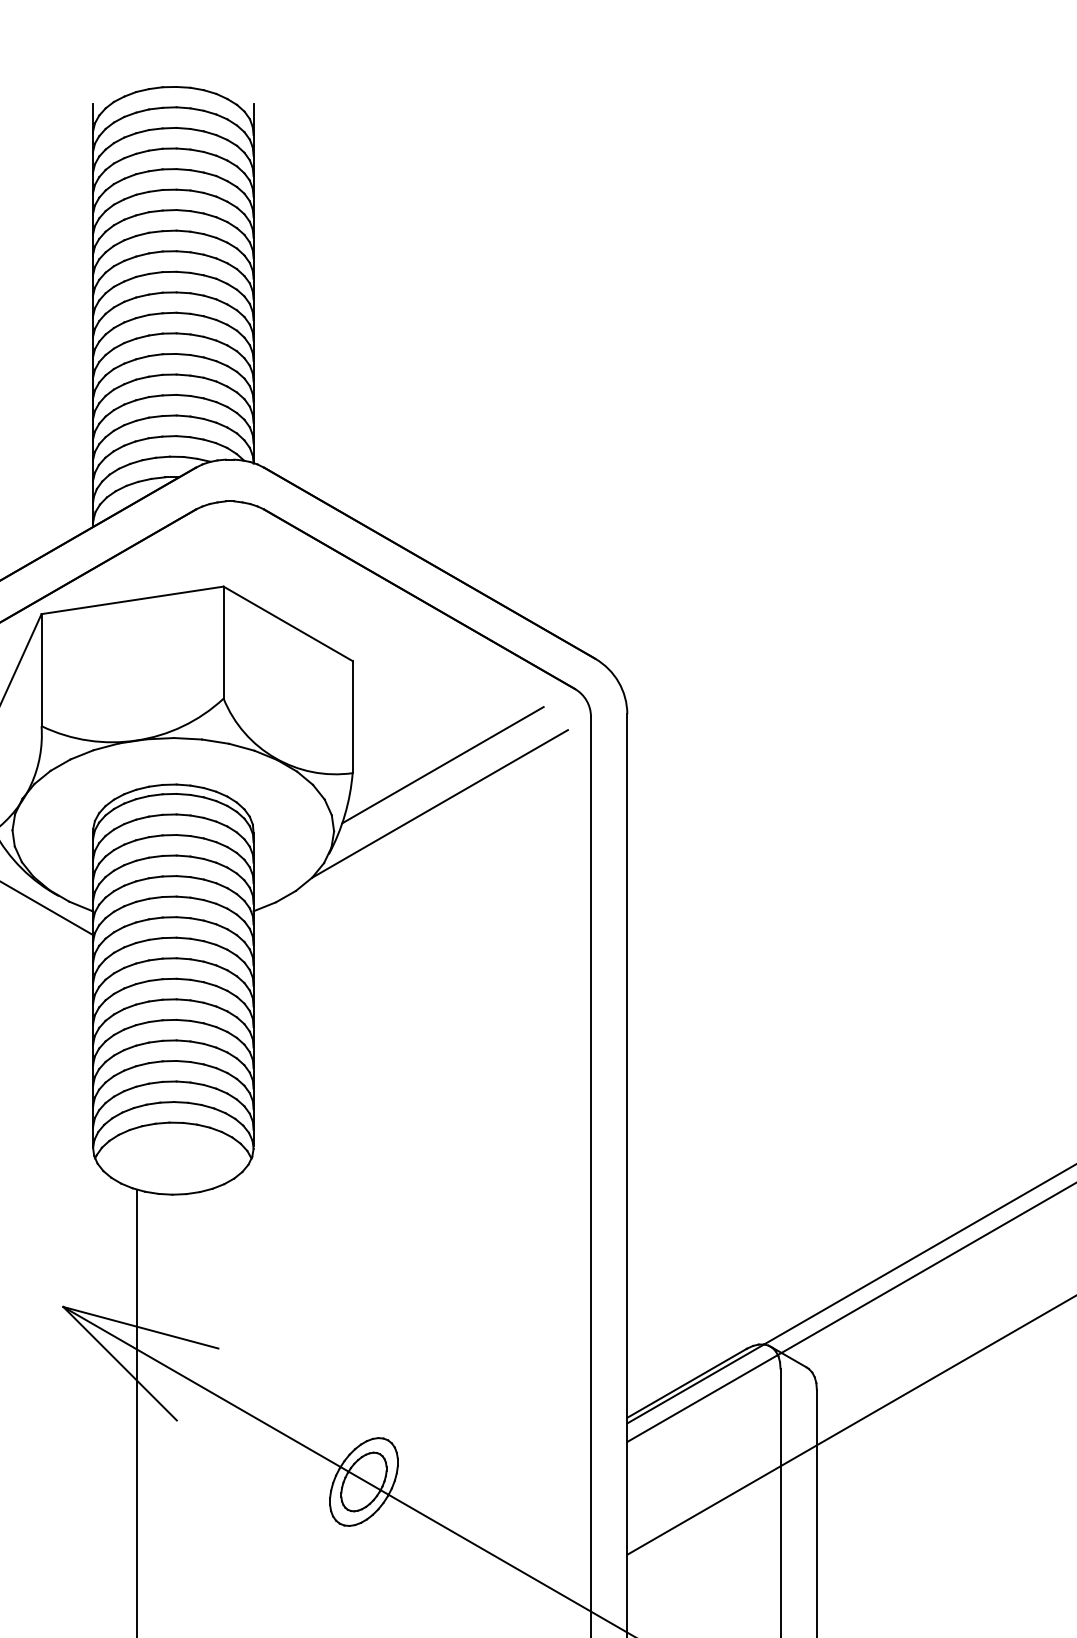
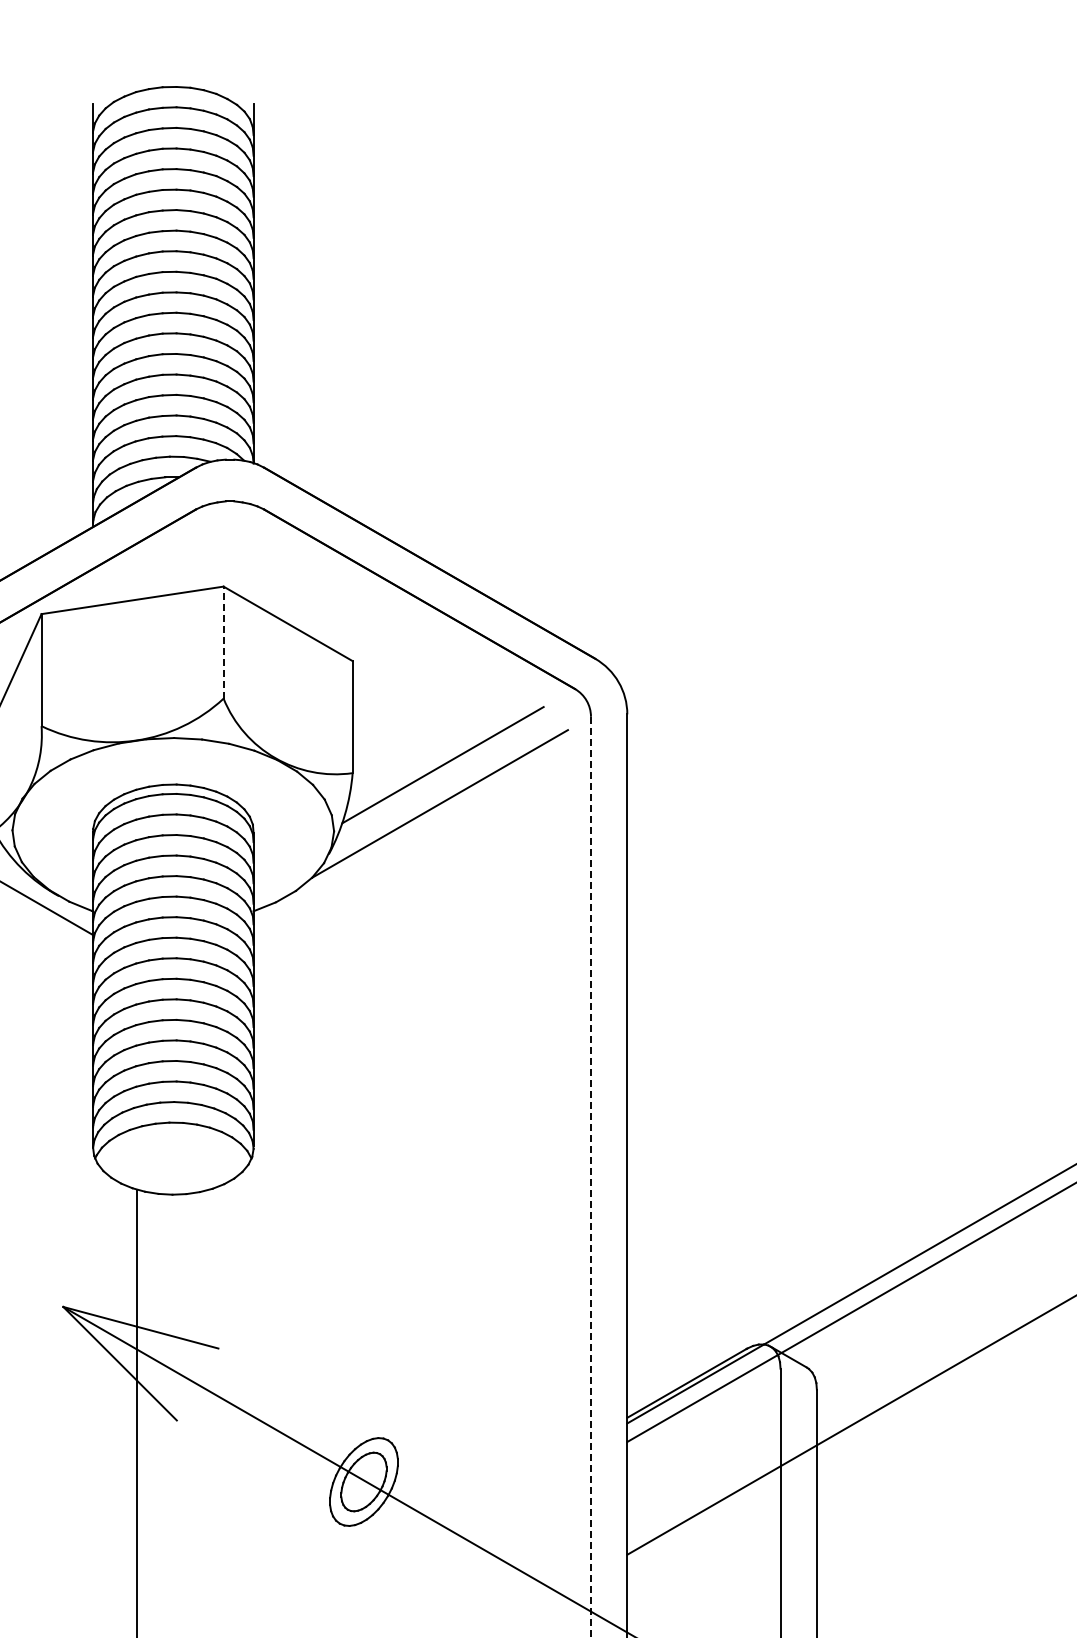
line at (223, 642): solid -> dashed
line at (590, 1177): solid -> dashed
